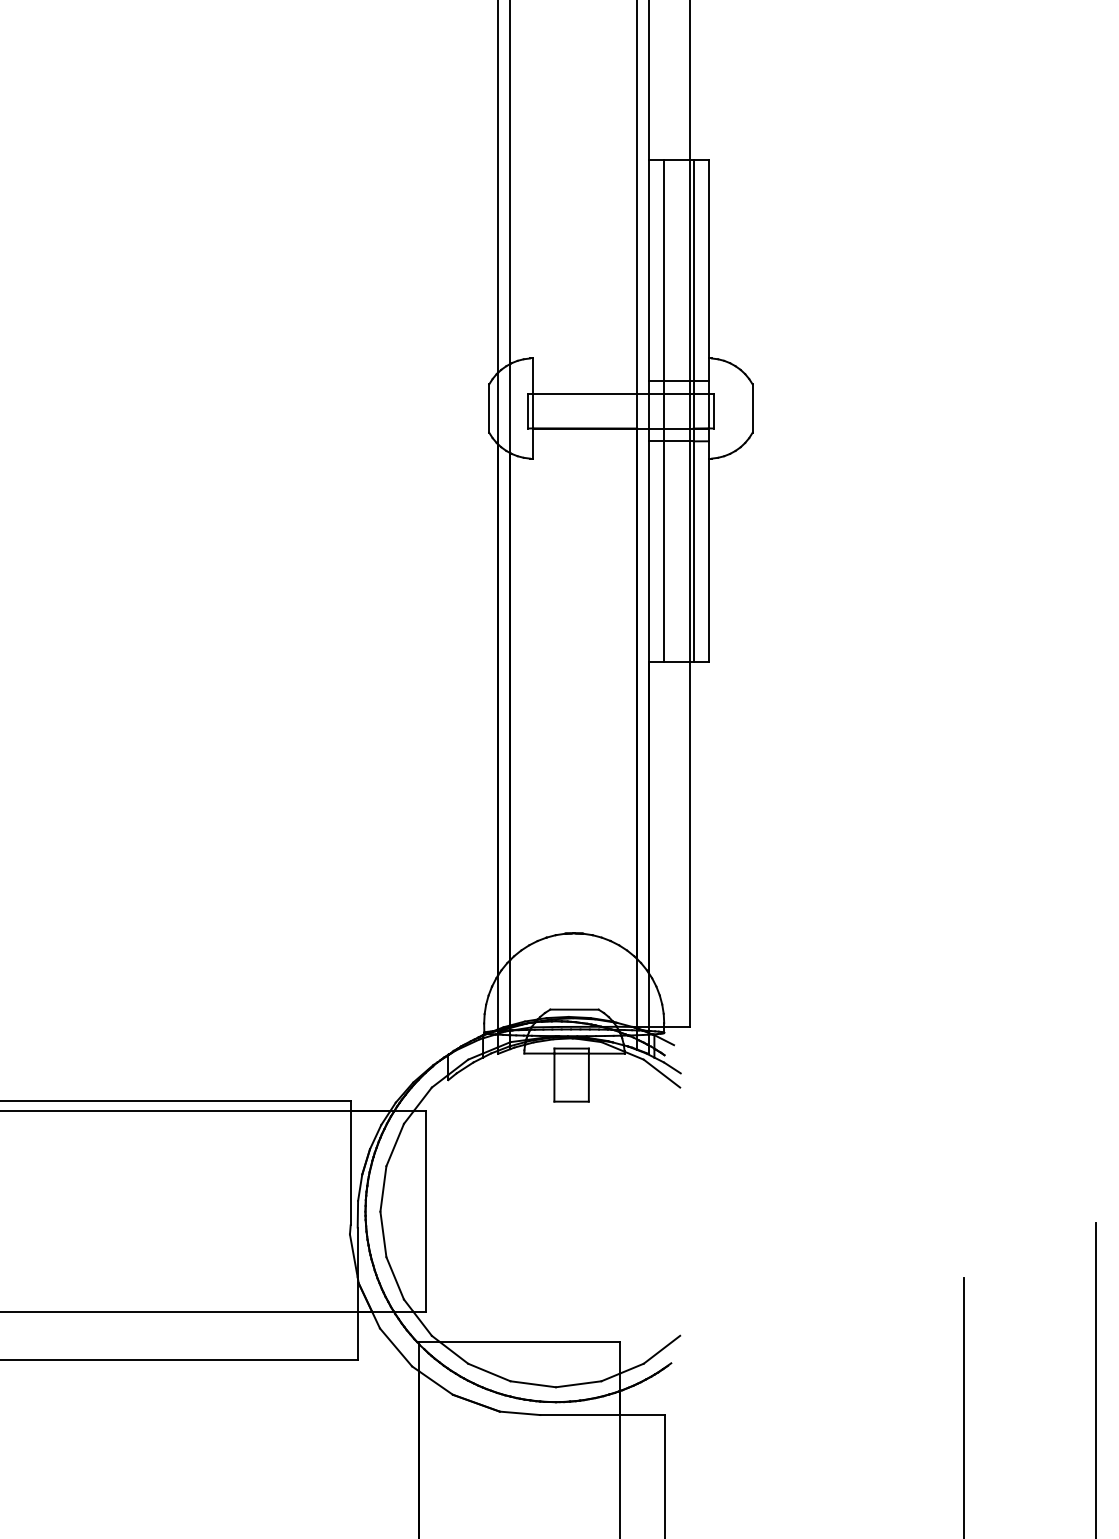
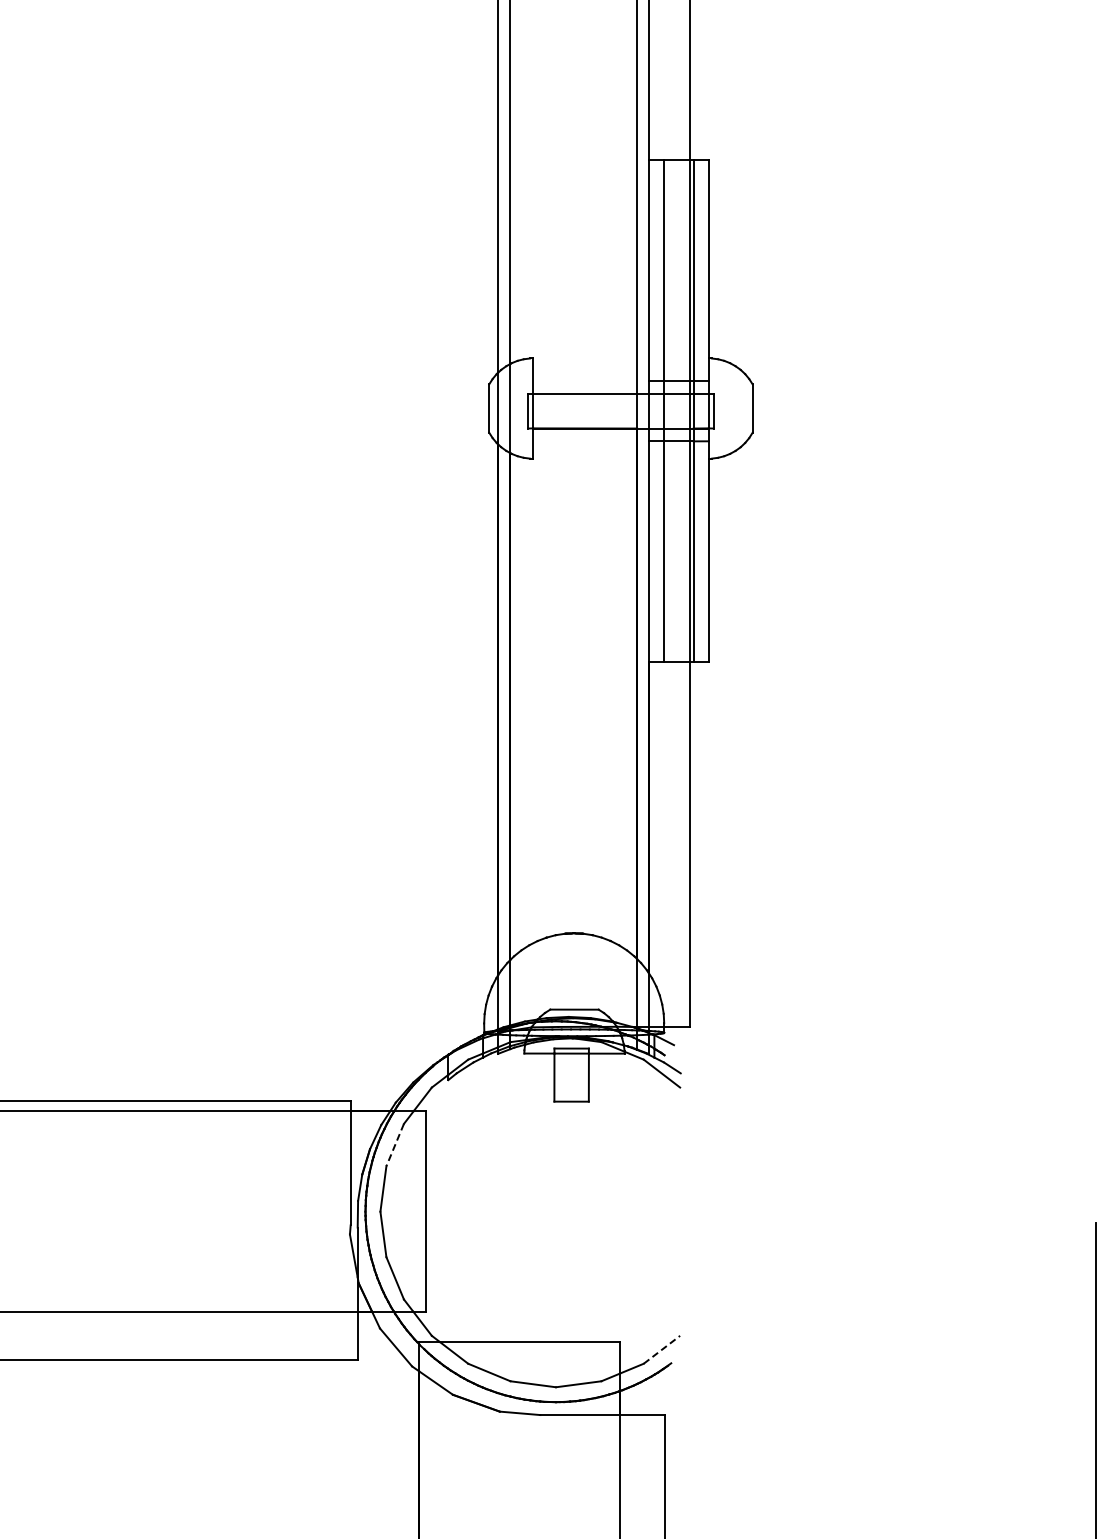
line at (395, 1145): solid -> dashed
line at (661, 1349): solid -> dashed
line at (964, 1406): present -> none
